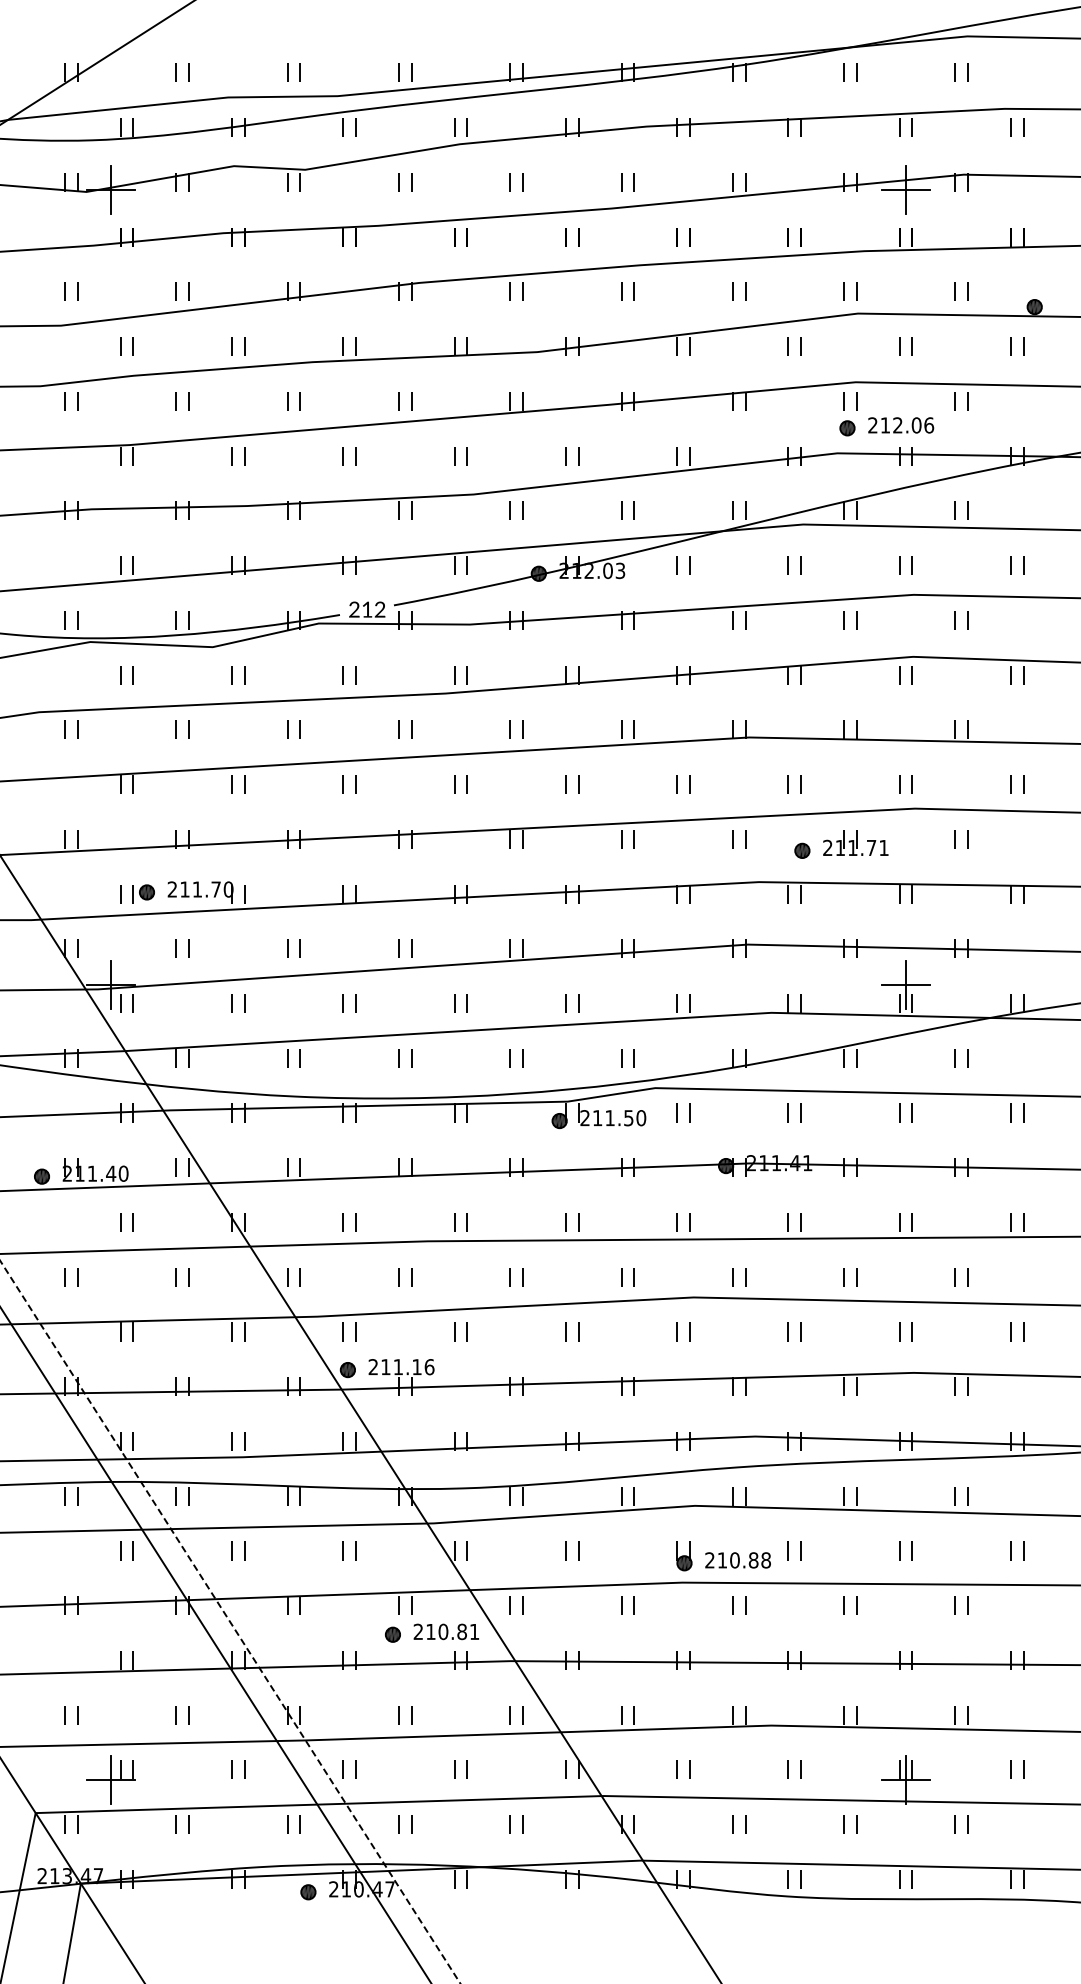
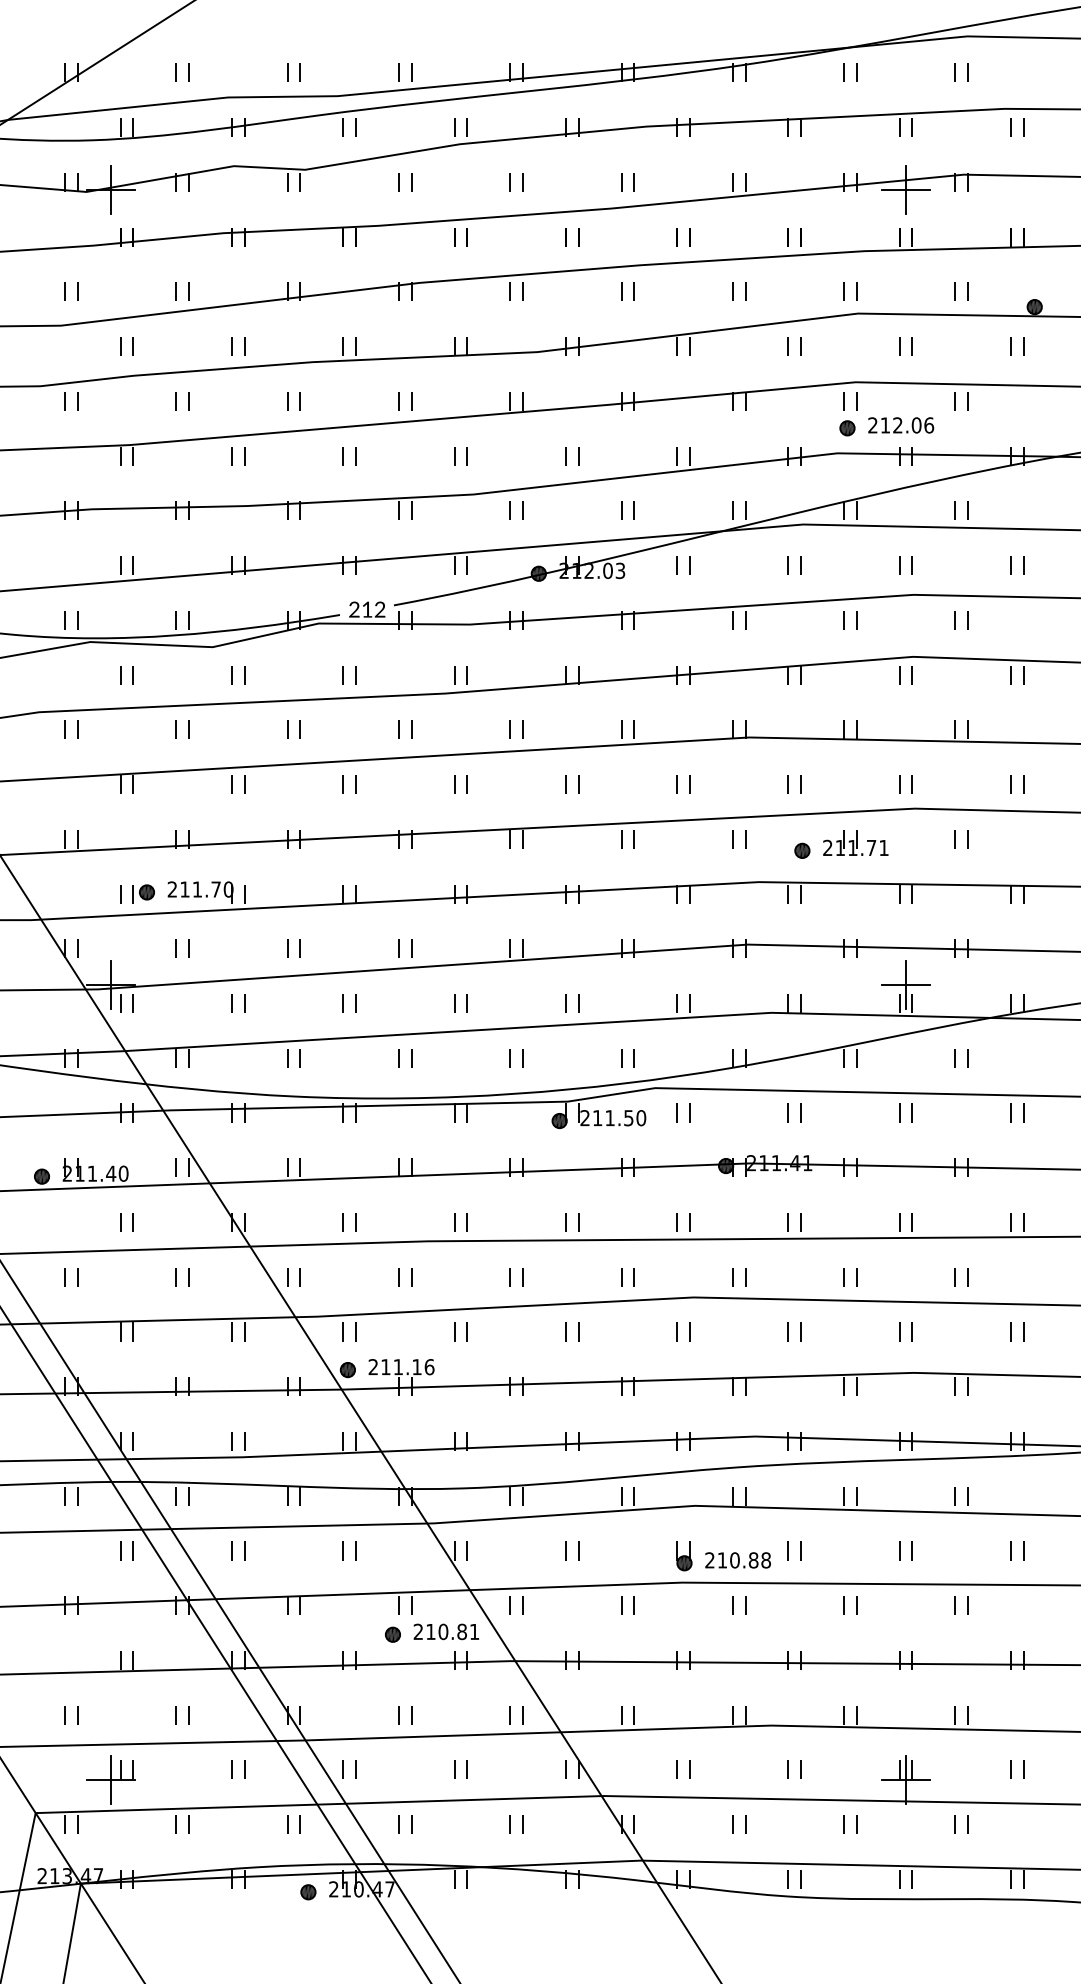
line at (230, 1622): dashed -> solid
